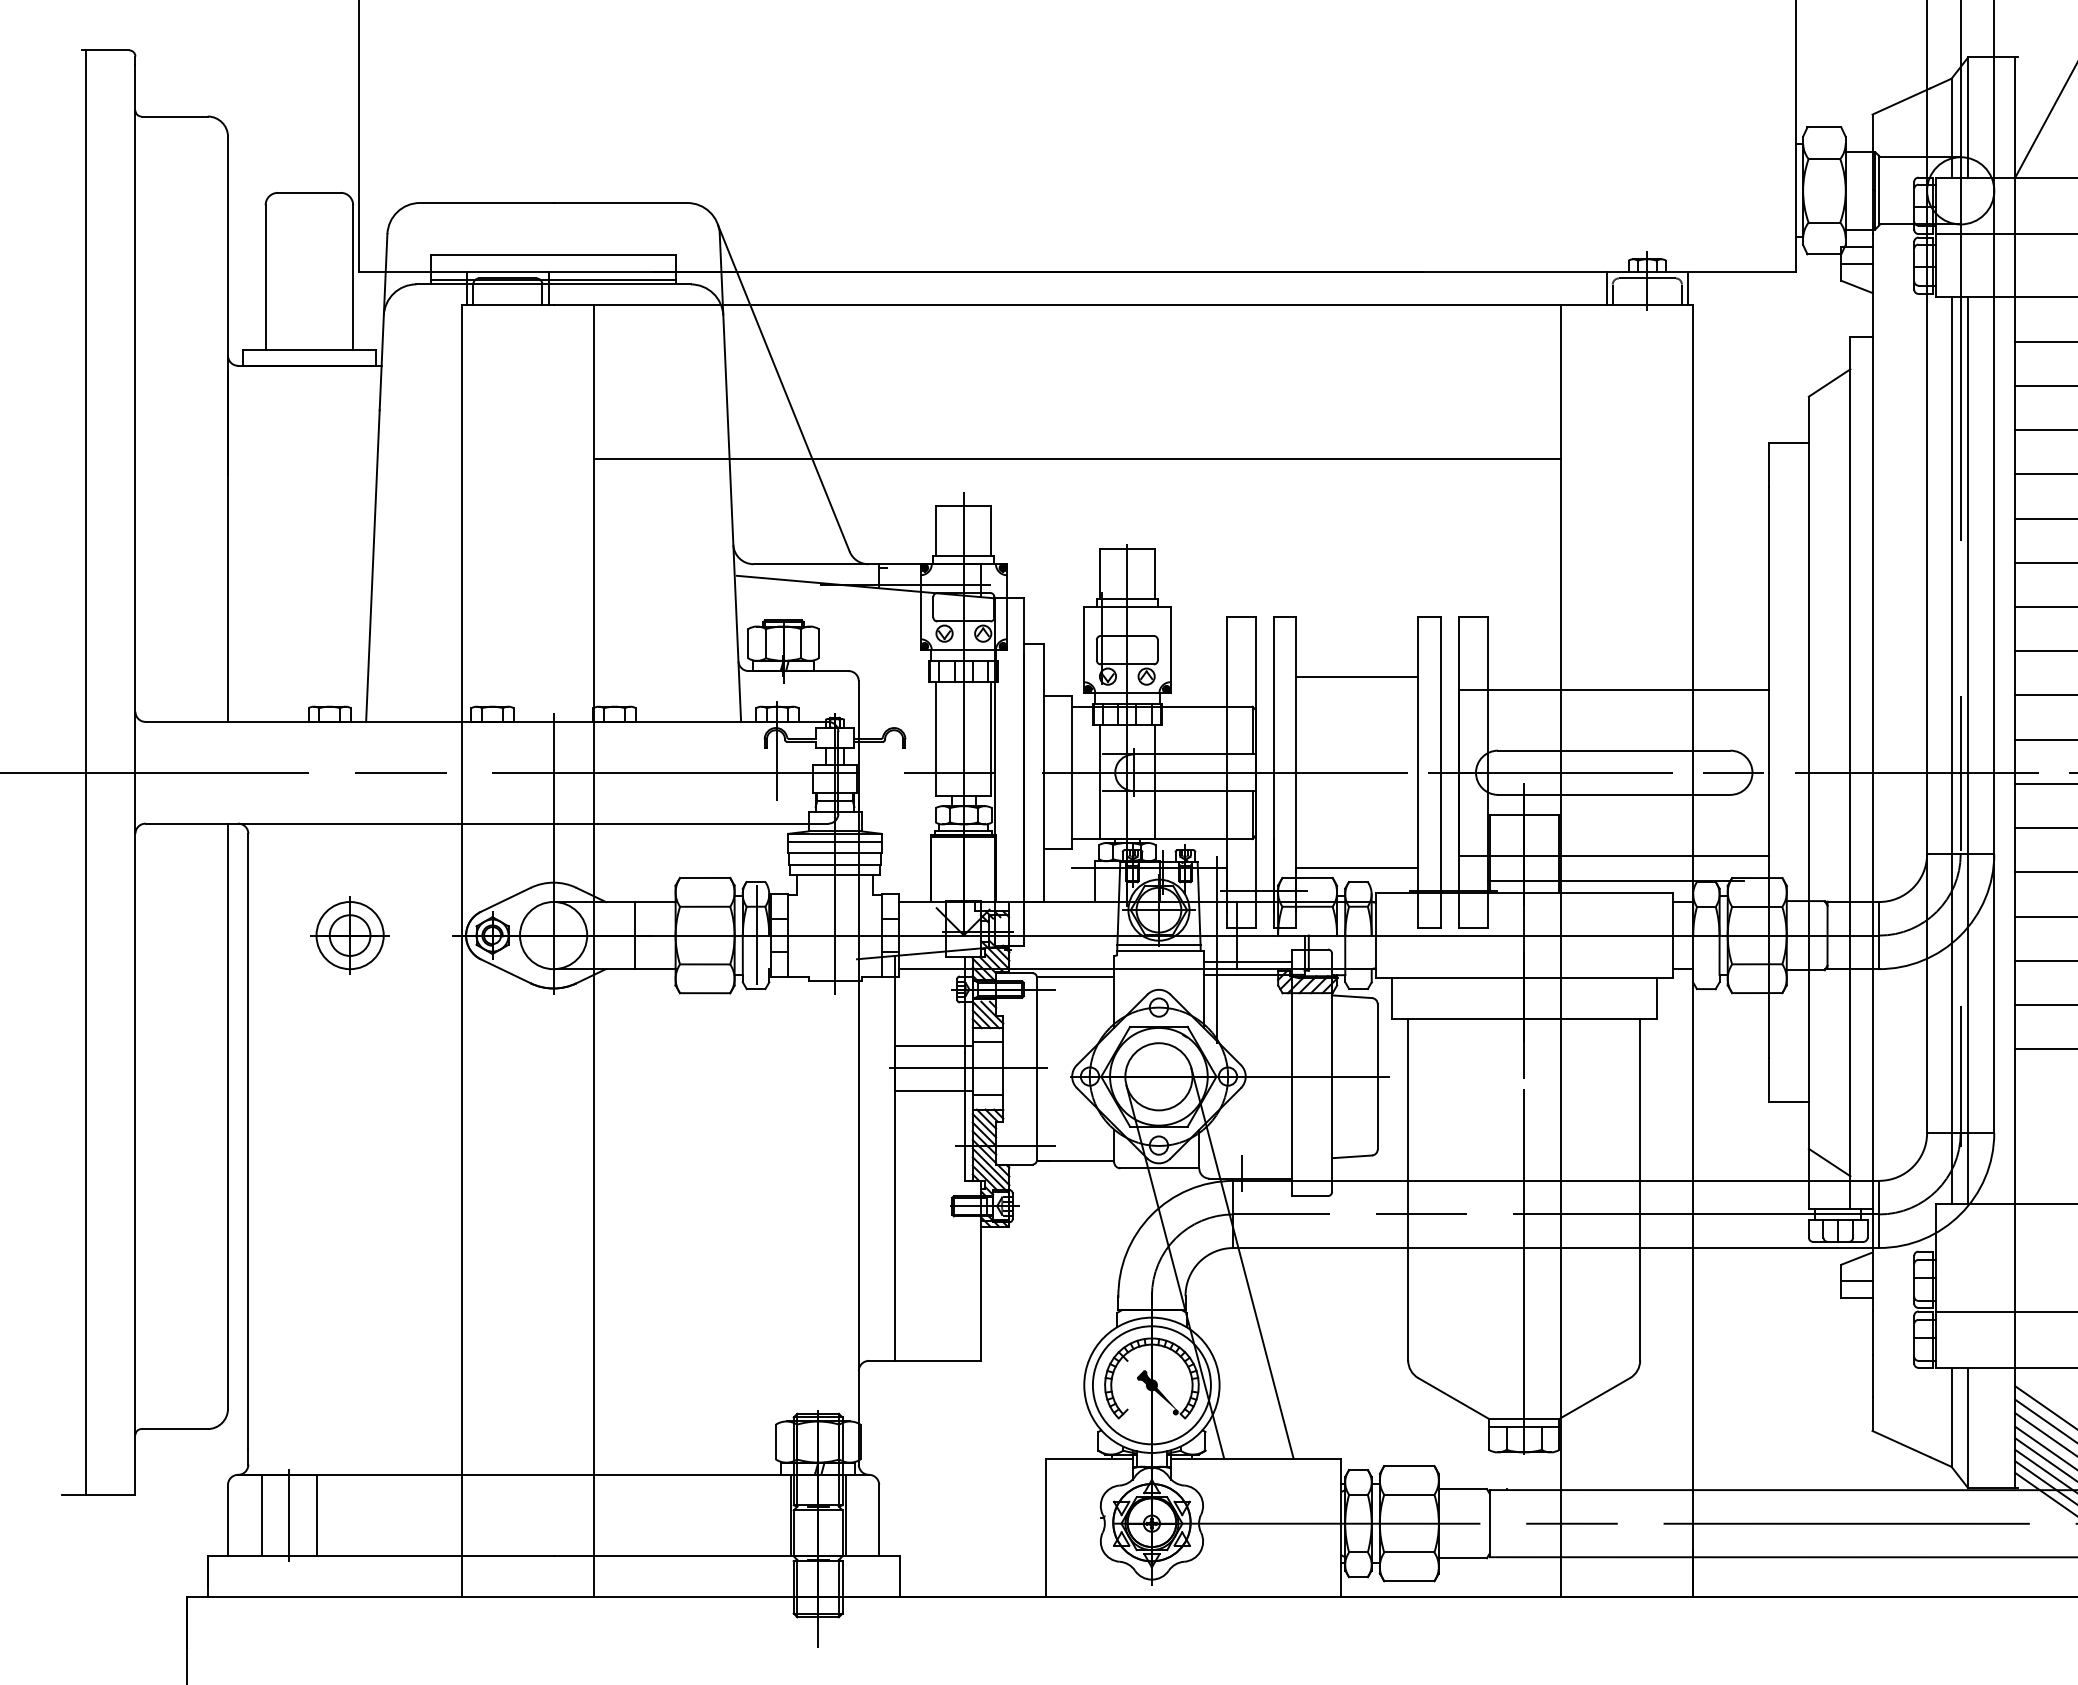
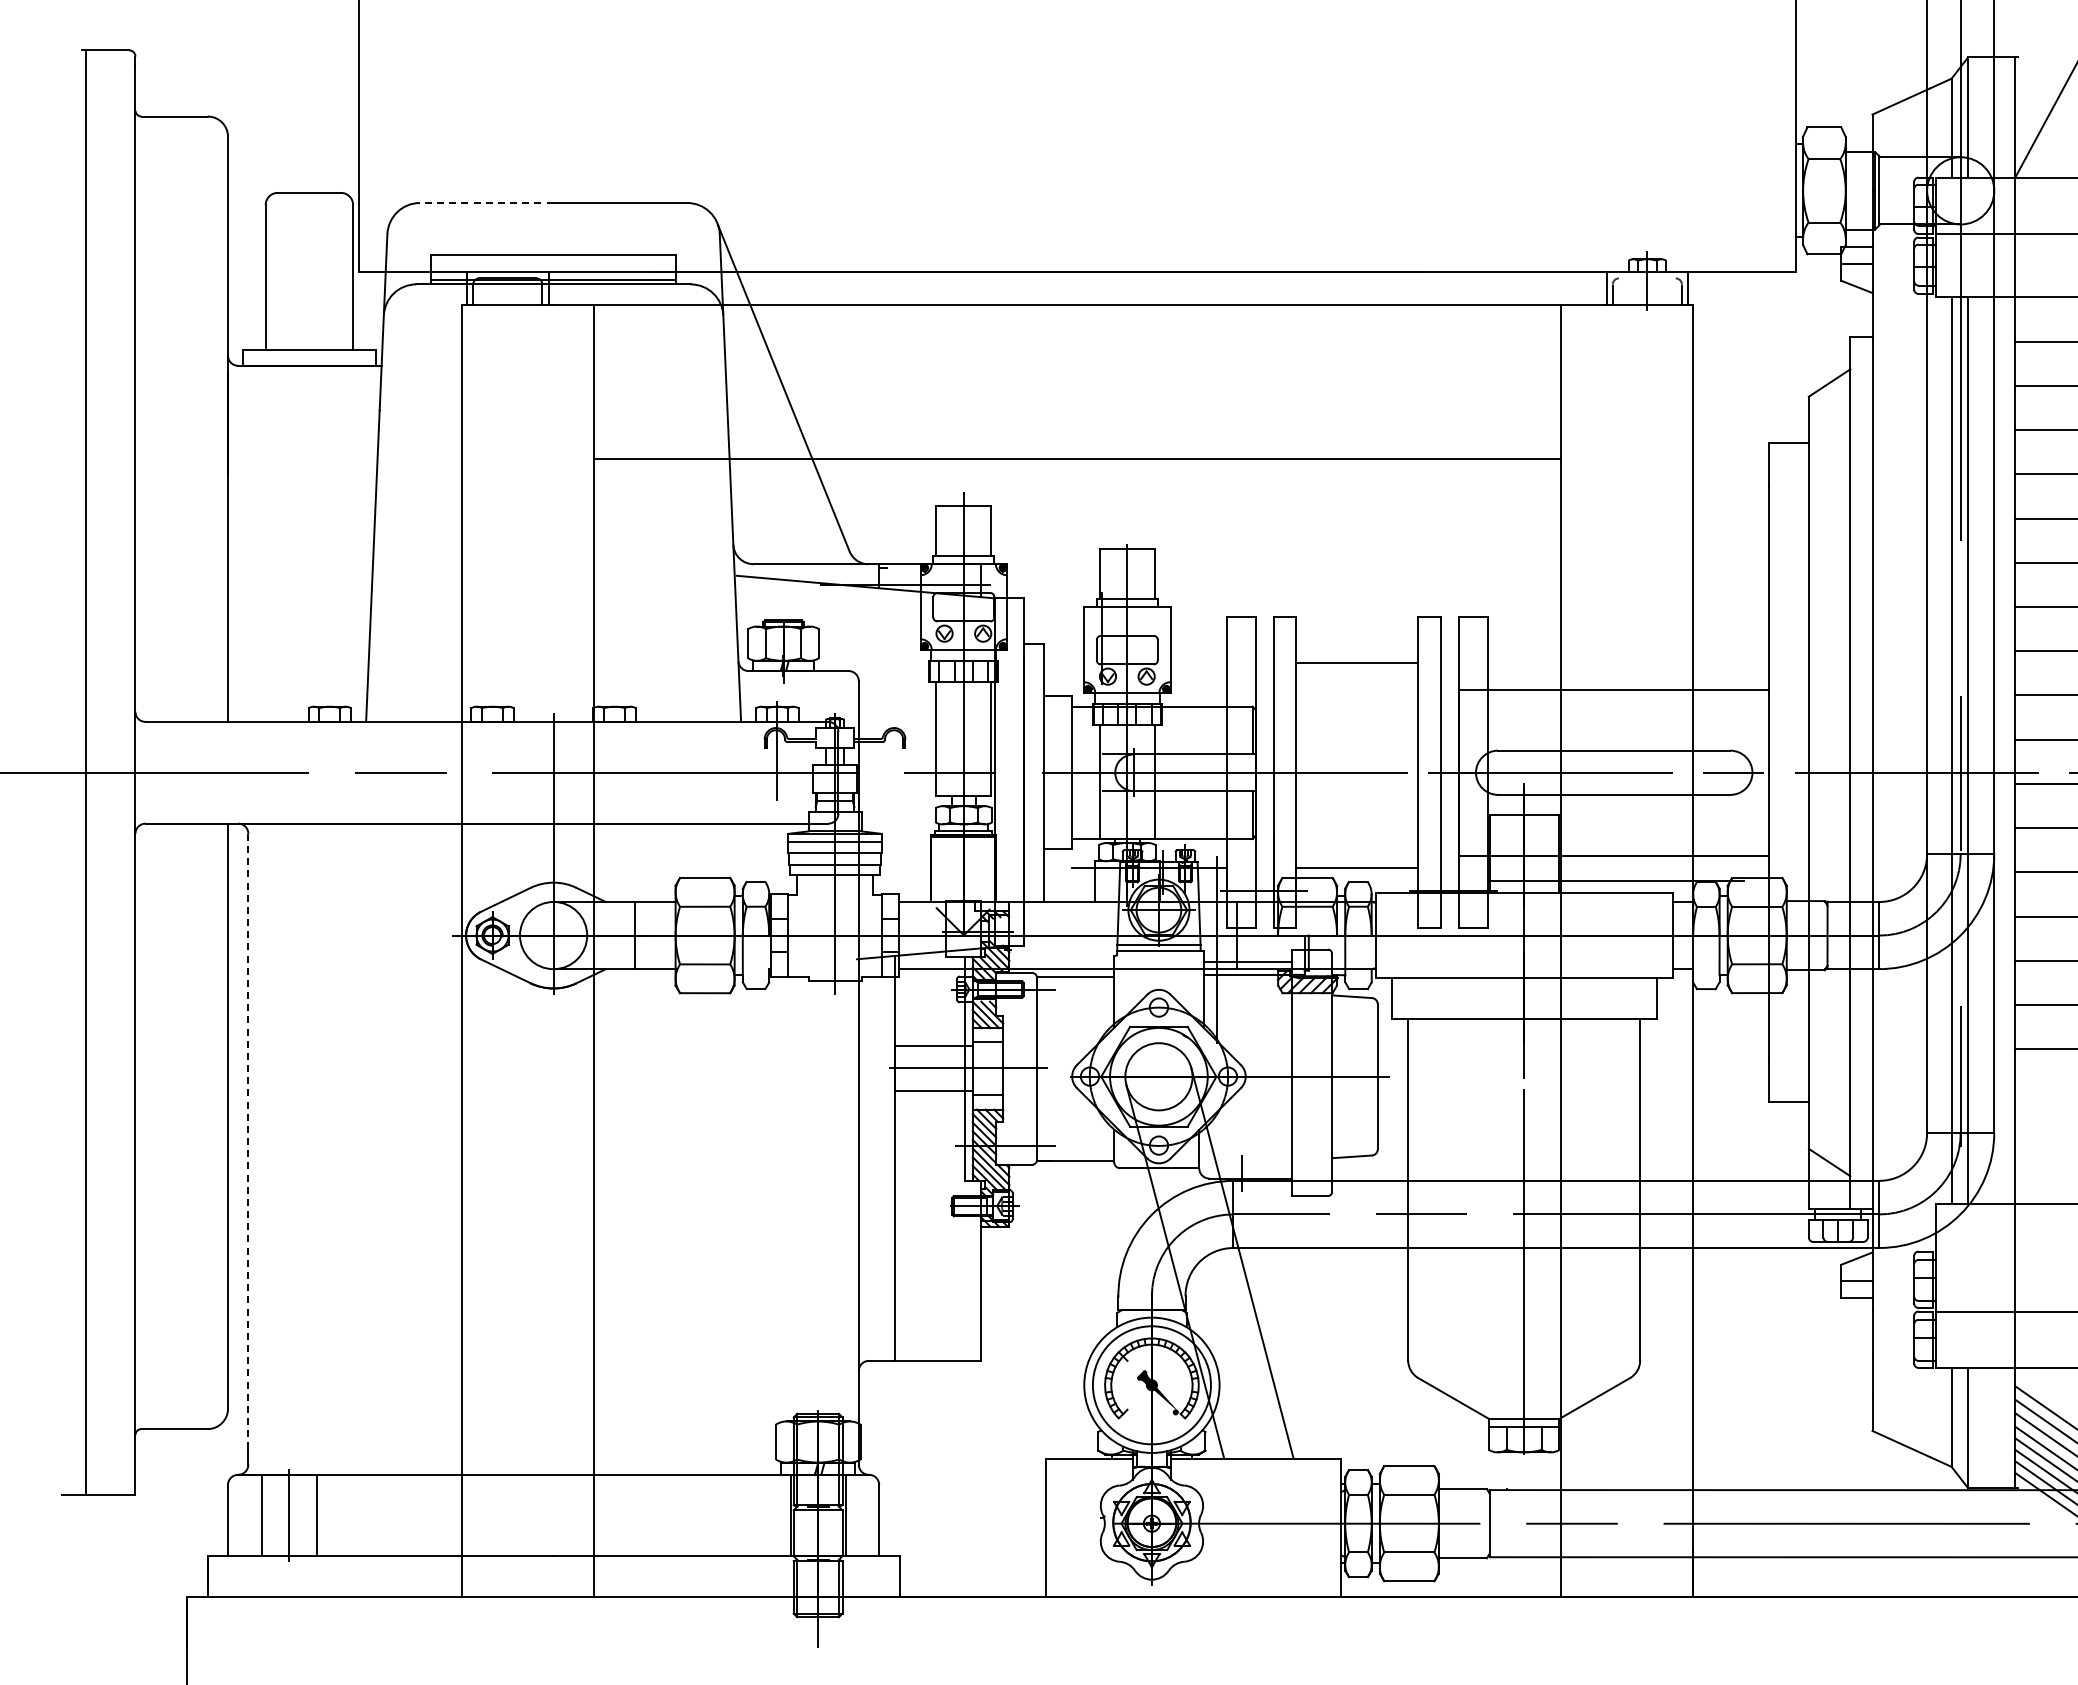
line at (486, 203): solid -> dashed
line at (1646, 278): present -> none
line at (1357, 677) position: (1357, 677) -> (1357, 663)
part at (349, 935): present -> none
line at (757, 935): present -> none
line at (248, 1141): solid -> dashed
